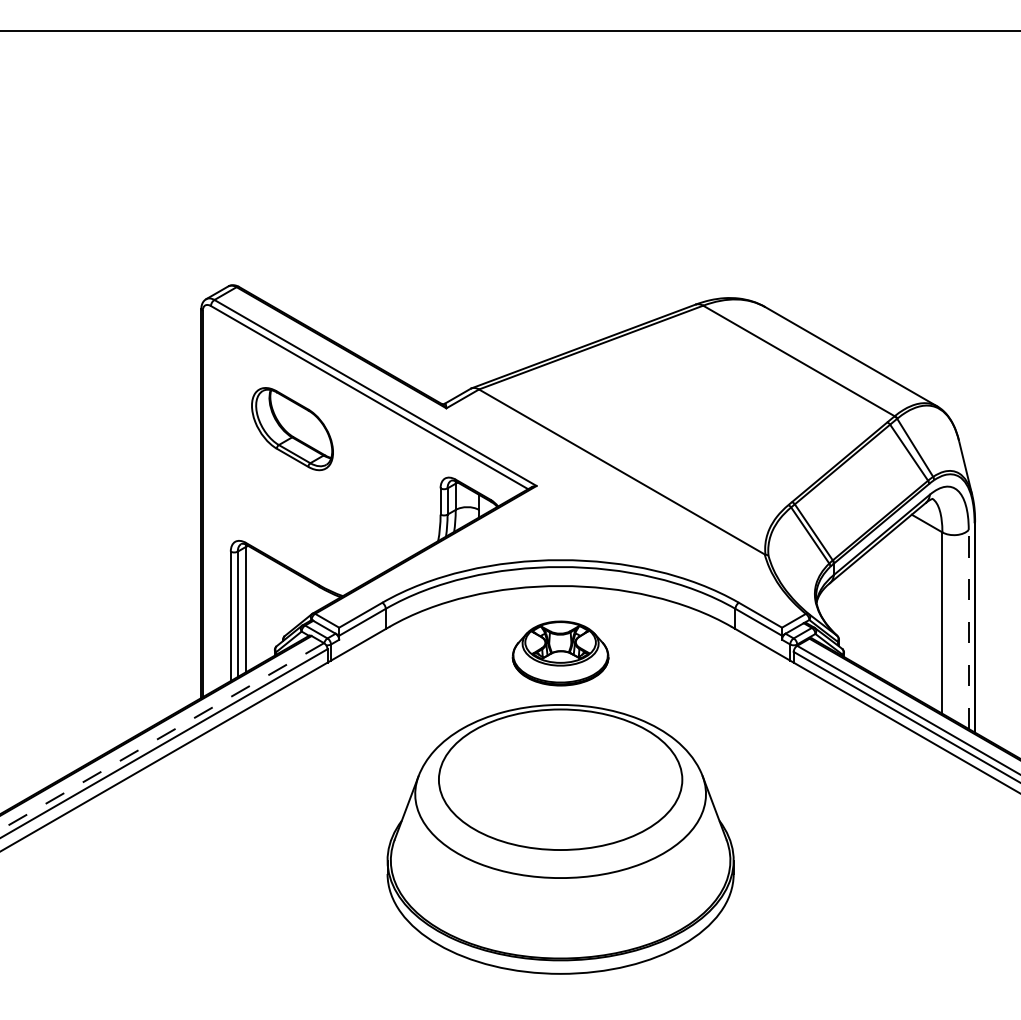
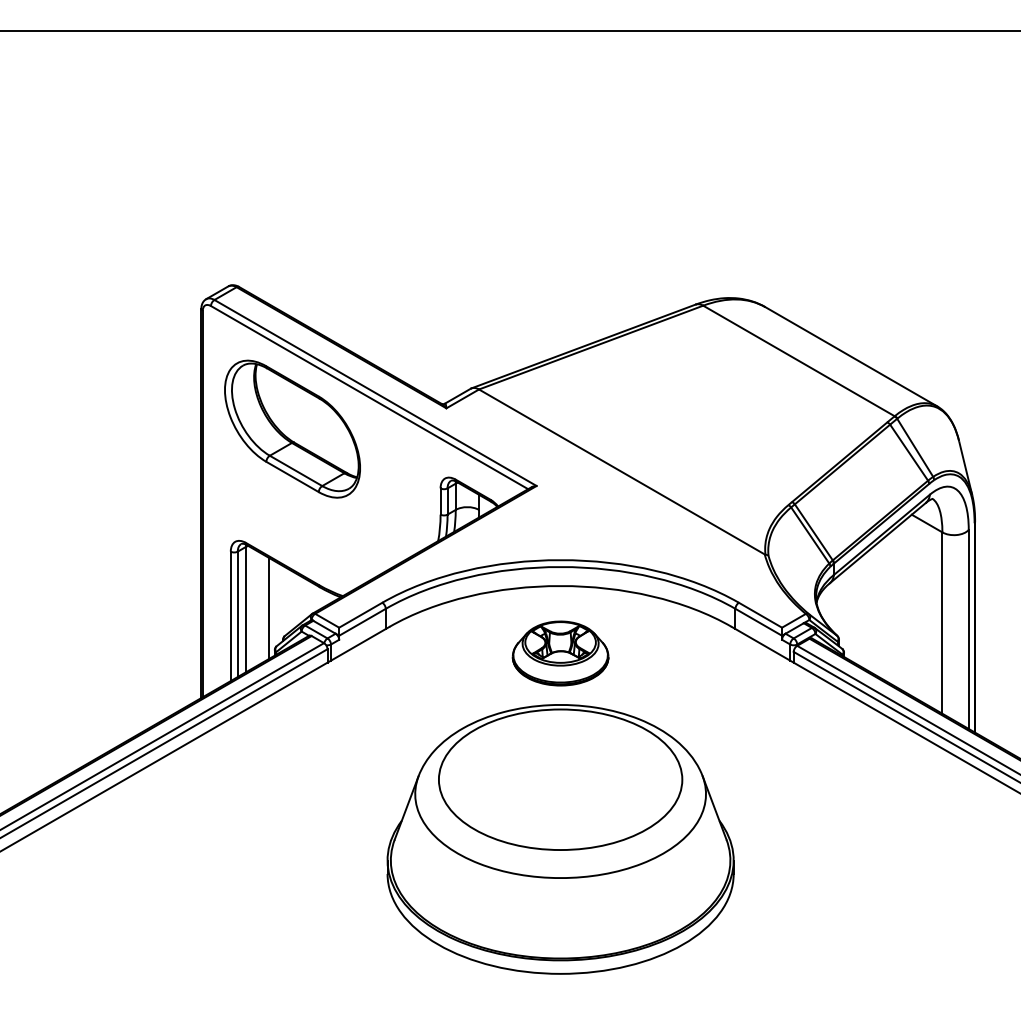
part at (292, 429) size: 83x85 px -> 137x140 px
line at (269, 608): none -> present
line at (968, 629): dashed -> solid
line at (162, 736): dashed -> solid
